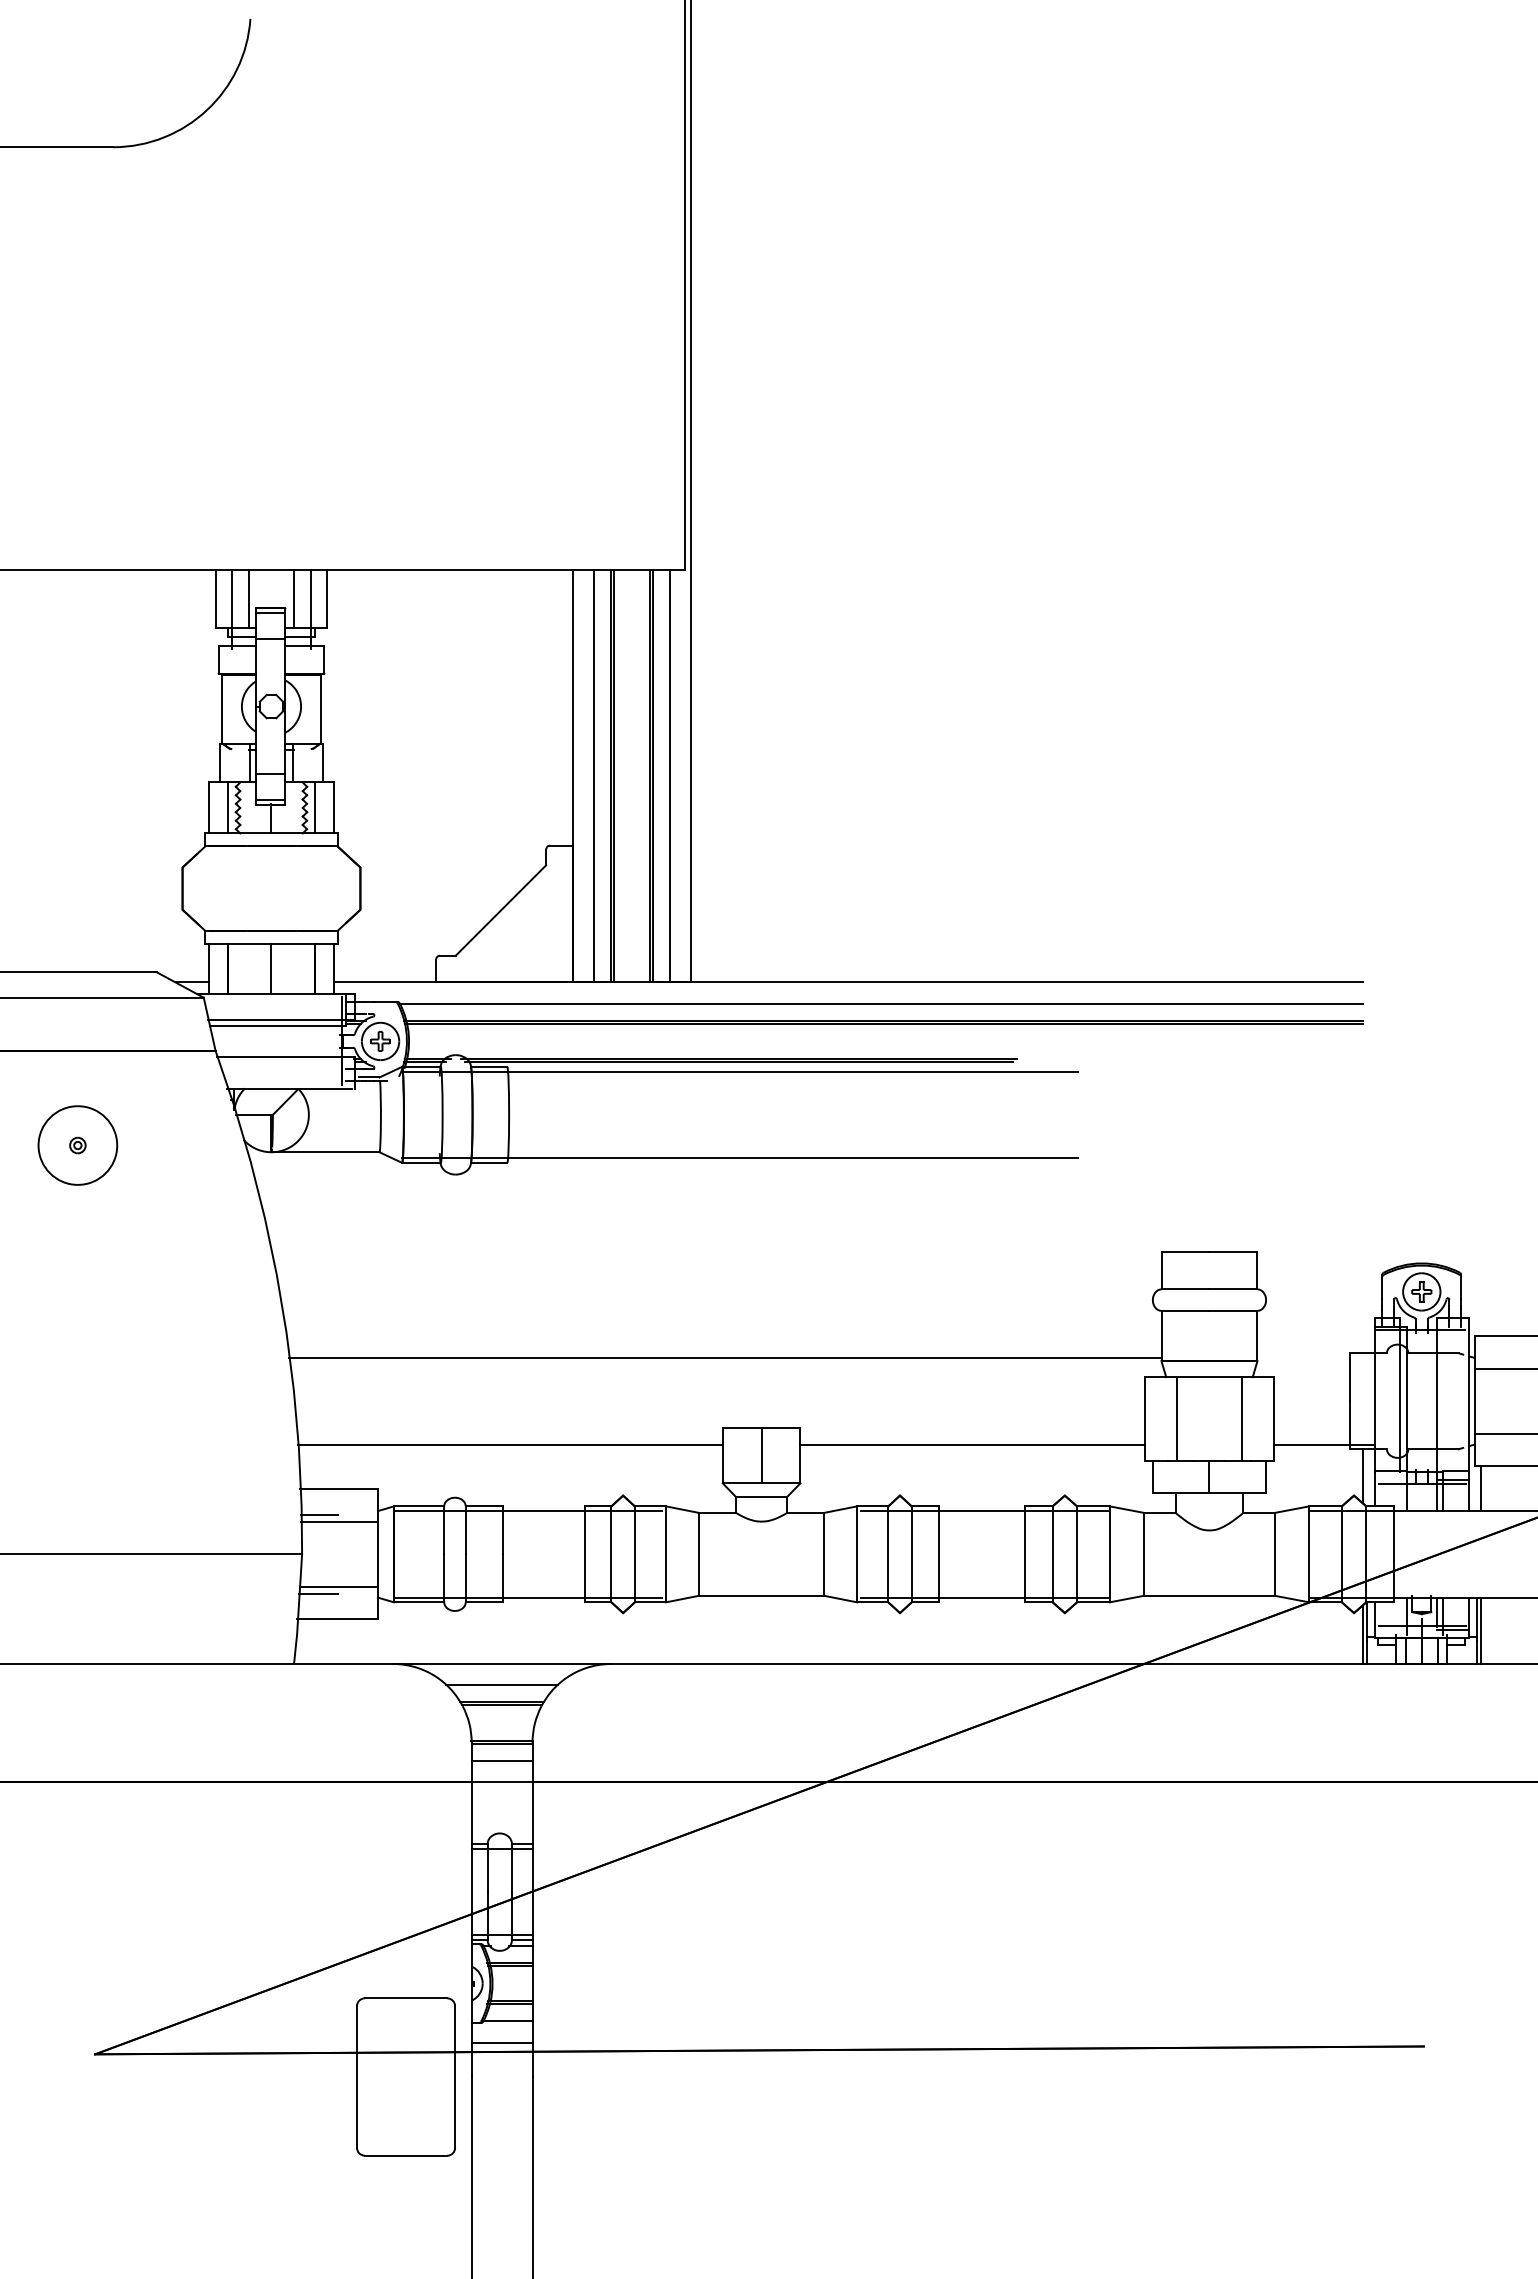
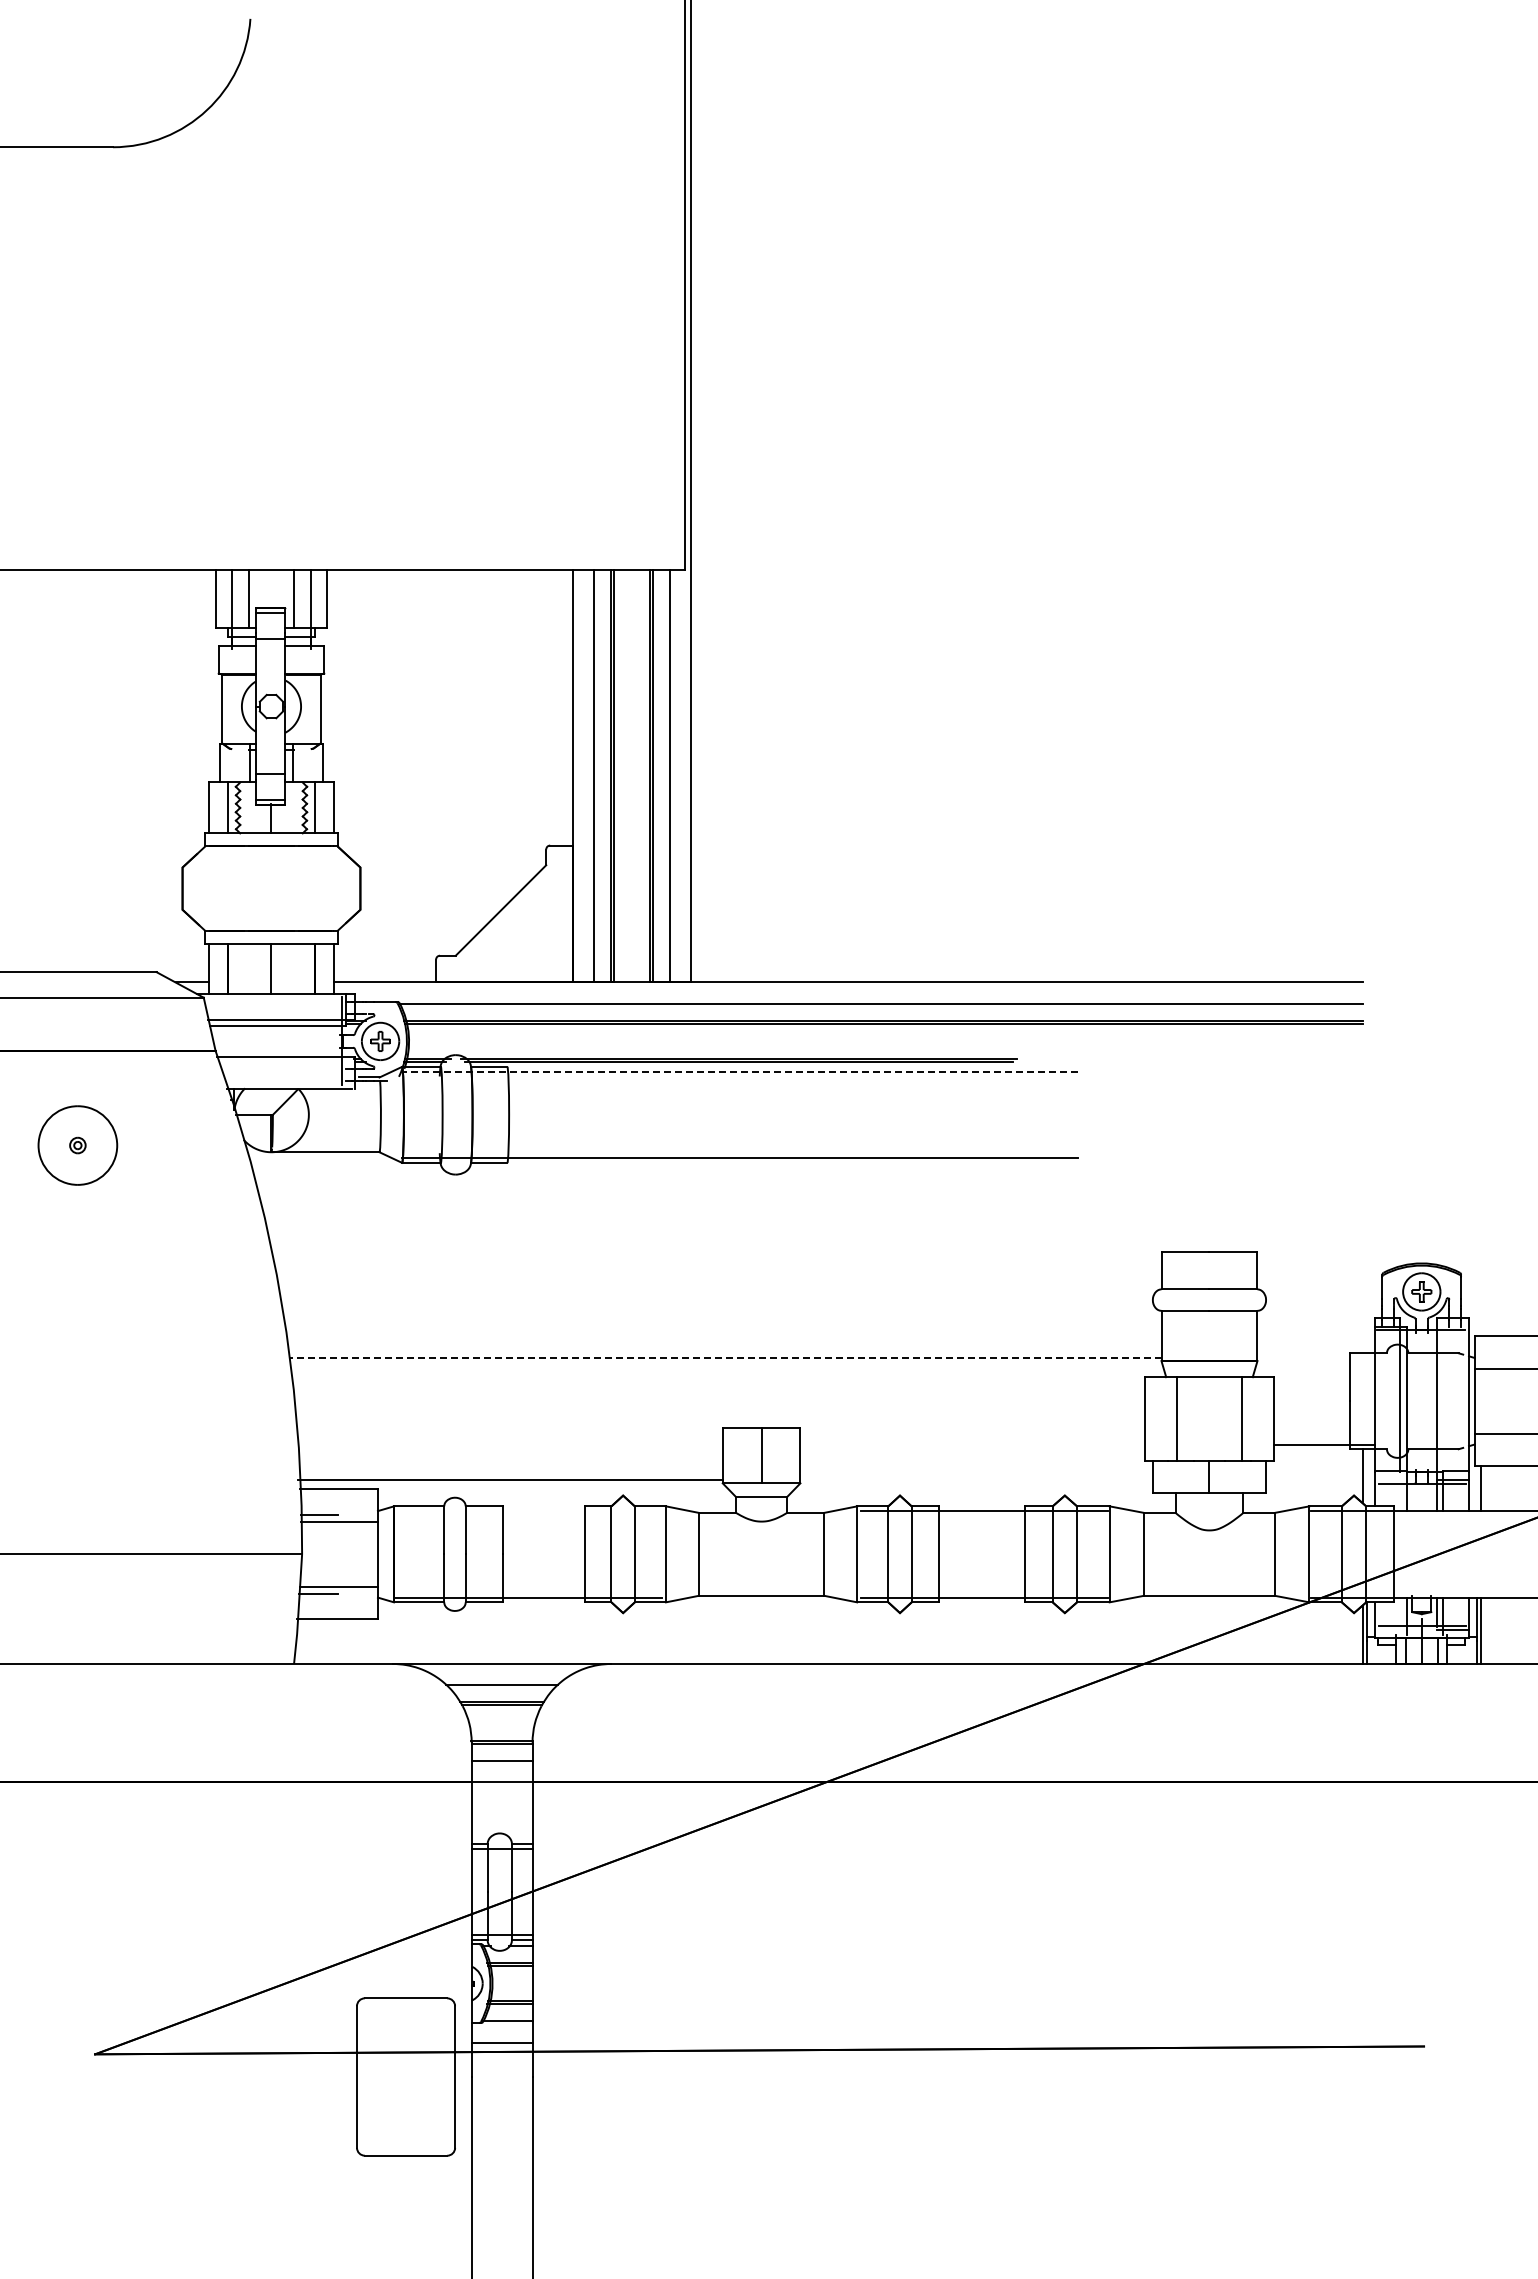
line at (740, 1071): solid -> dashed
line at (724, 1357): solid -> dashed
line at (509, 1444) position: (509, 1444) -> (509, 1479)
line at (972, 1444): present -> none
line at (528, 1511): present -> none
